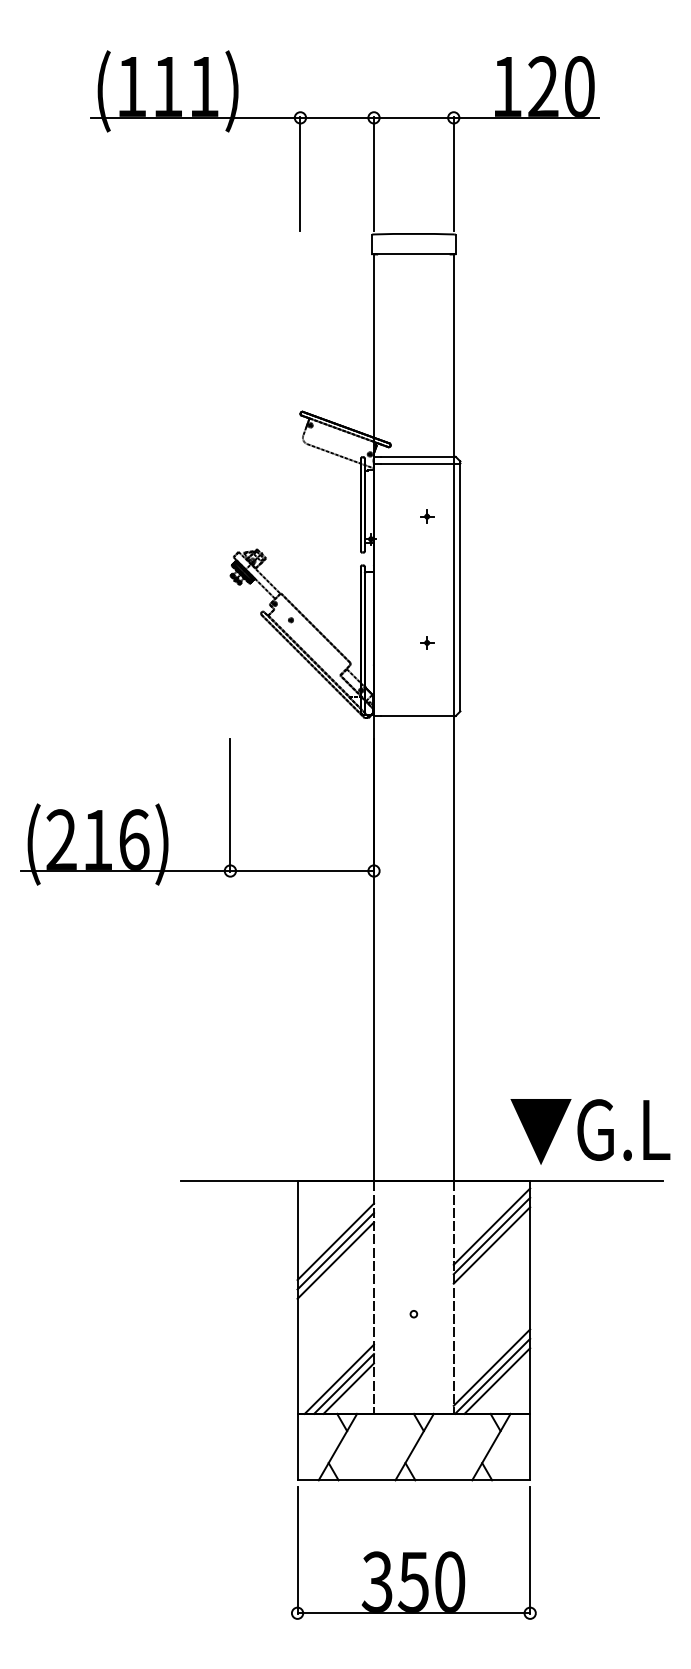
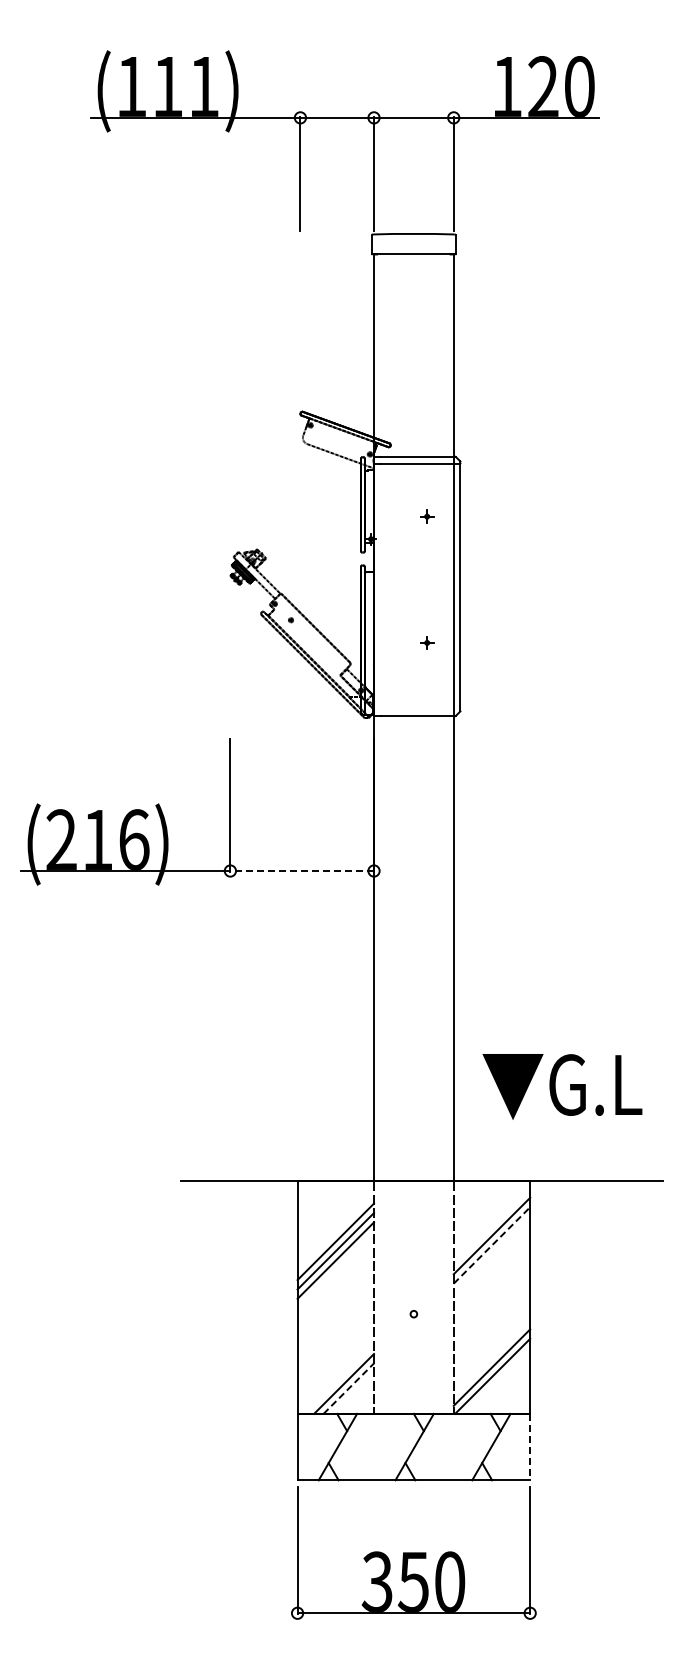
line at (302, 871): solid -> dashed
text at (590, 1131) position: (590, 1131) -> (562, 1086)
line at (491, 1226): present -> none
line at (492, 1245): solid -> dashed
line at (339, 1378): present -> none
line at (497, 1380): present -> none
line at (348, 1388): solid -> dashed
line at (530, 1447): solid -> dashed
